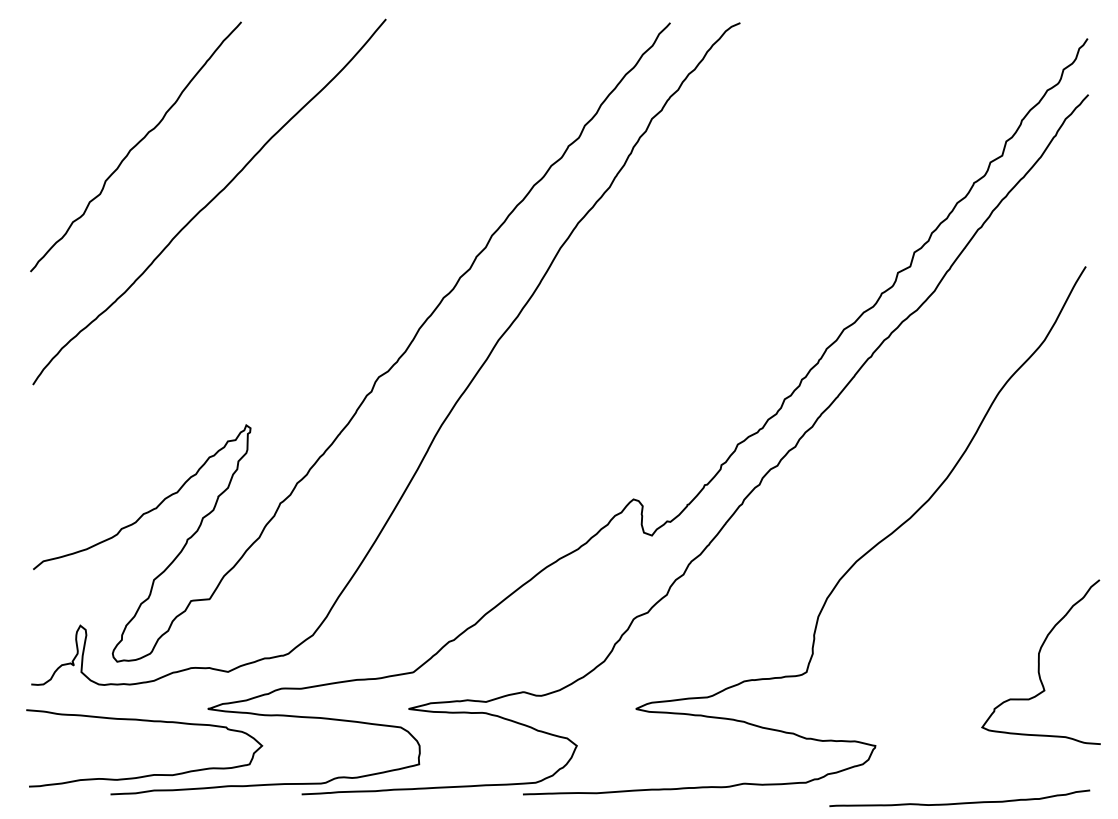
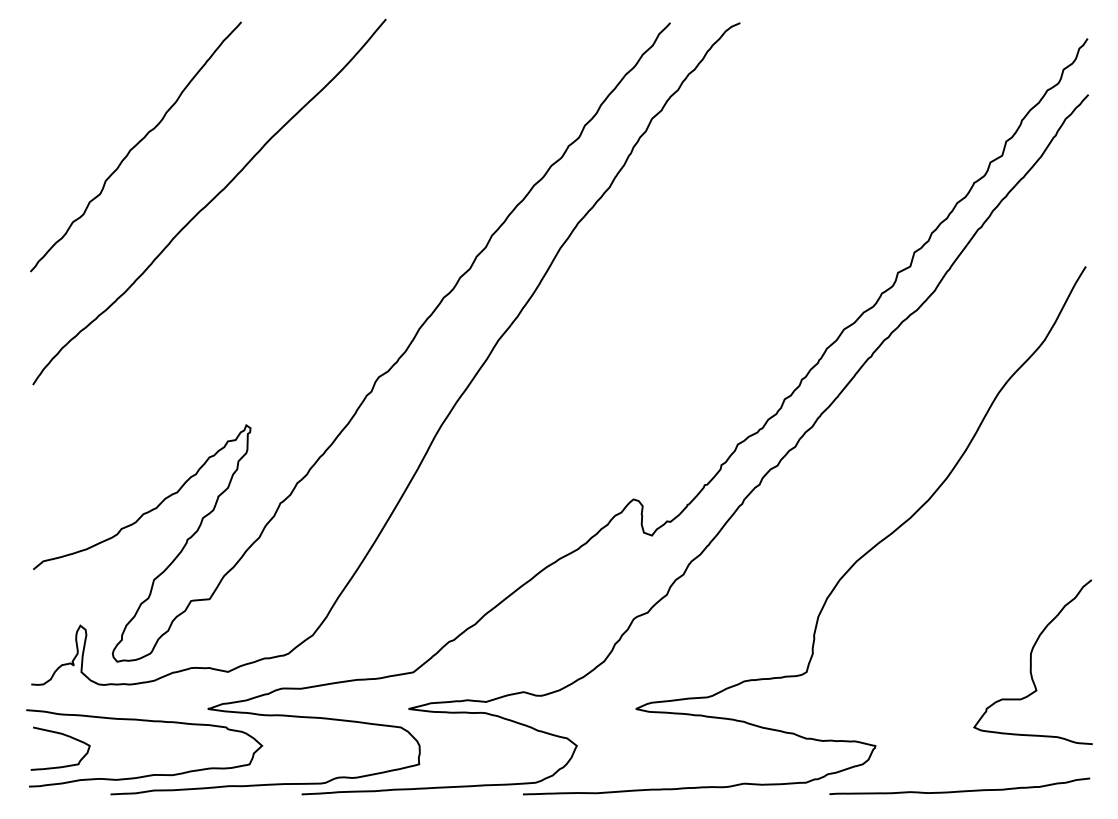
curve at (1039, 661) position: (1039, 661) -> (1031, 661)
curve at (65, 736): none -> present
curve at (959, 802) position: (959, 802) -> (959, 790)
